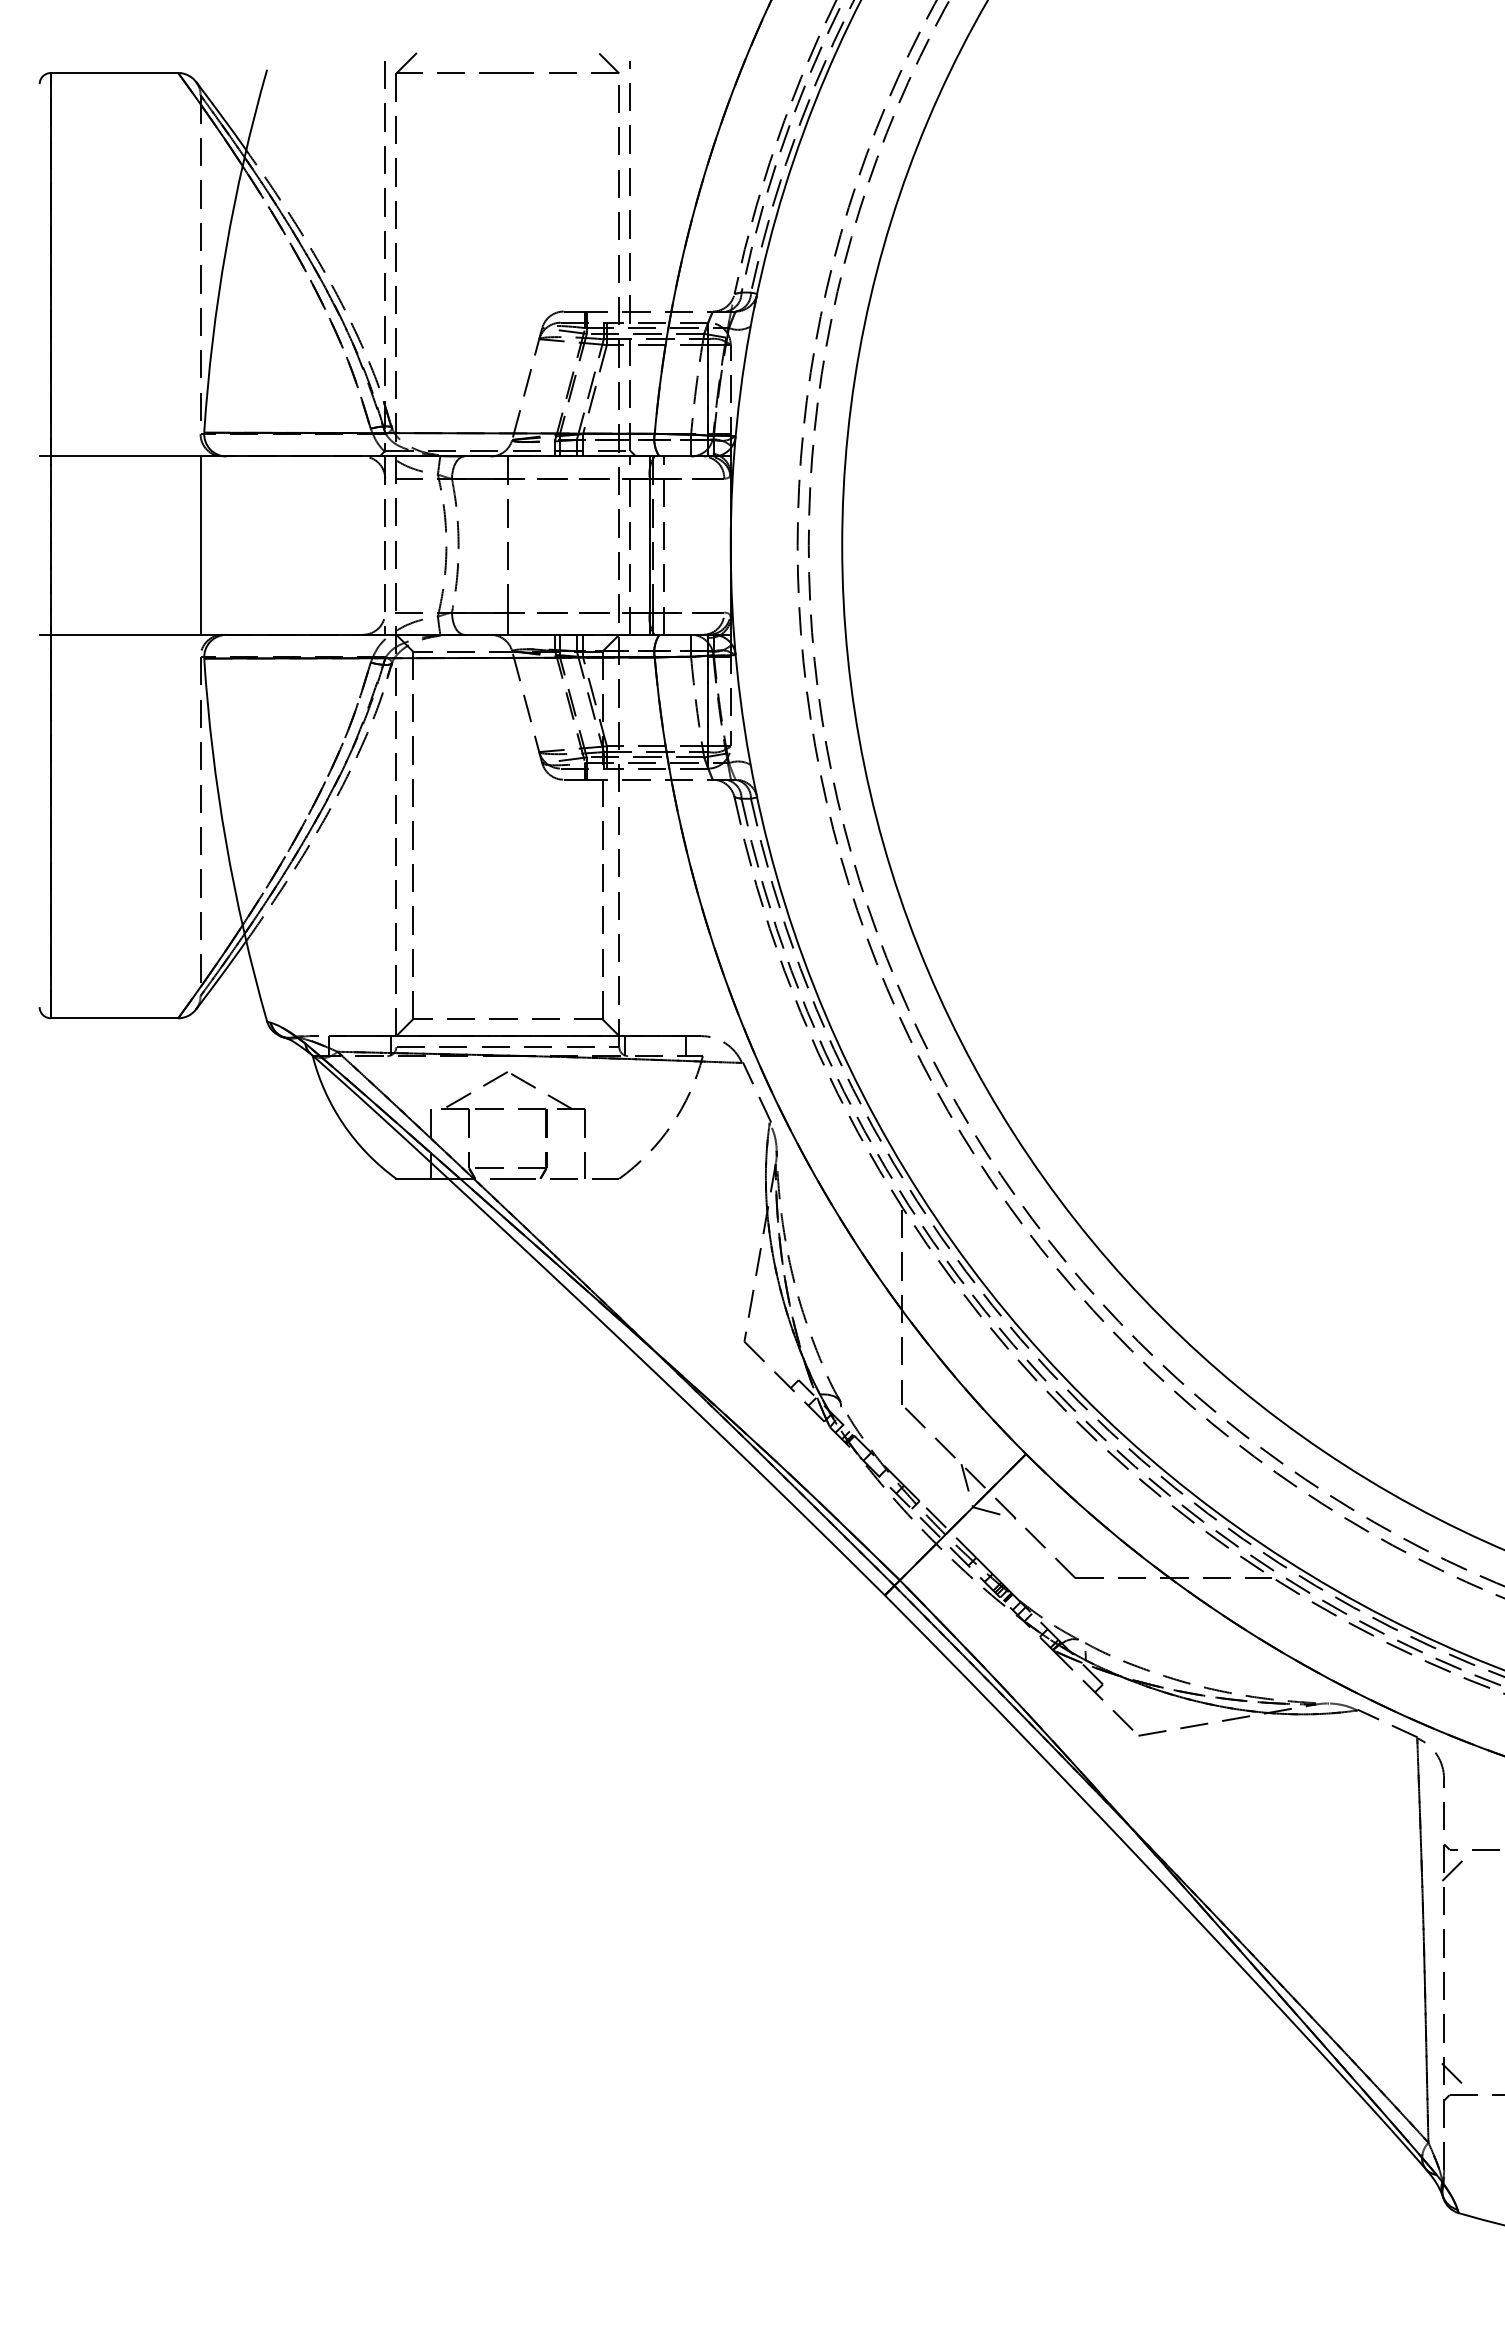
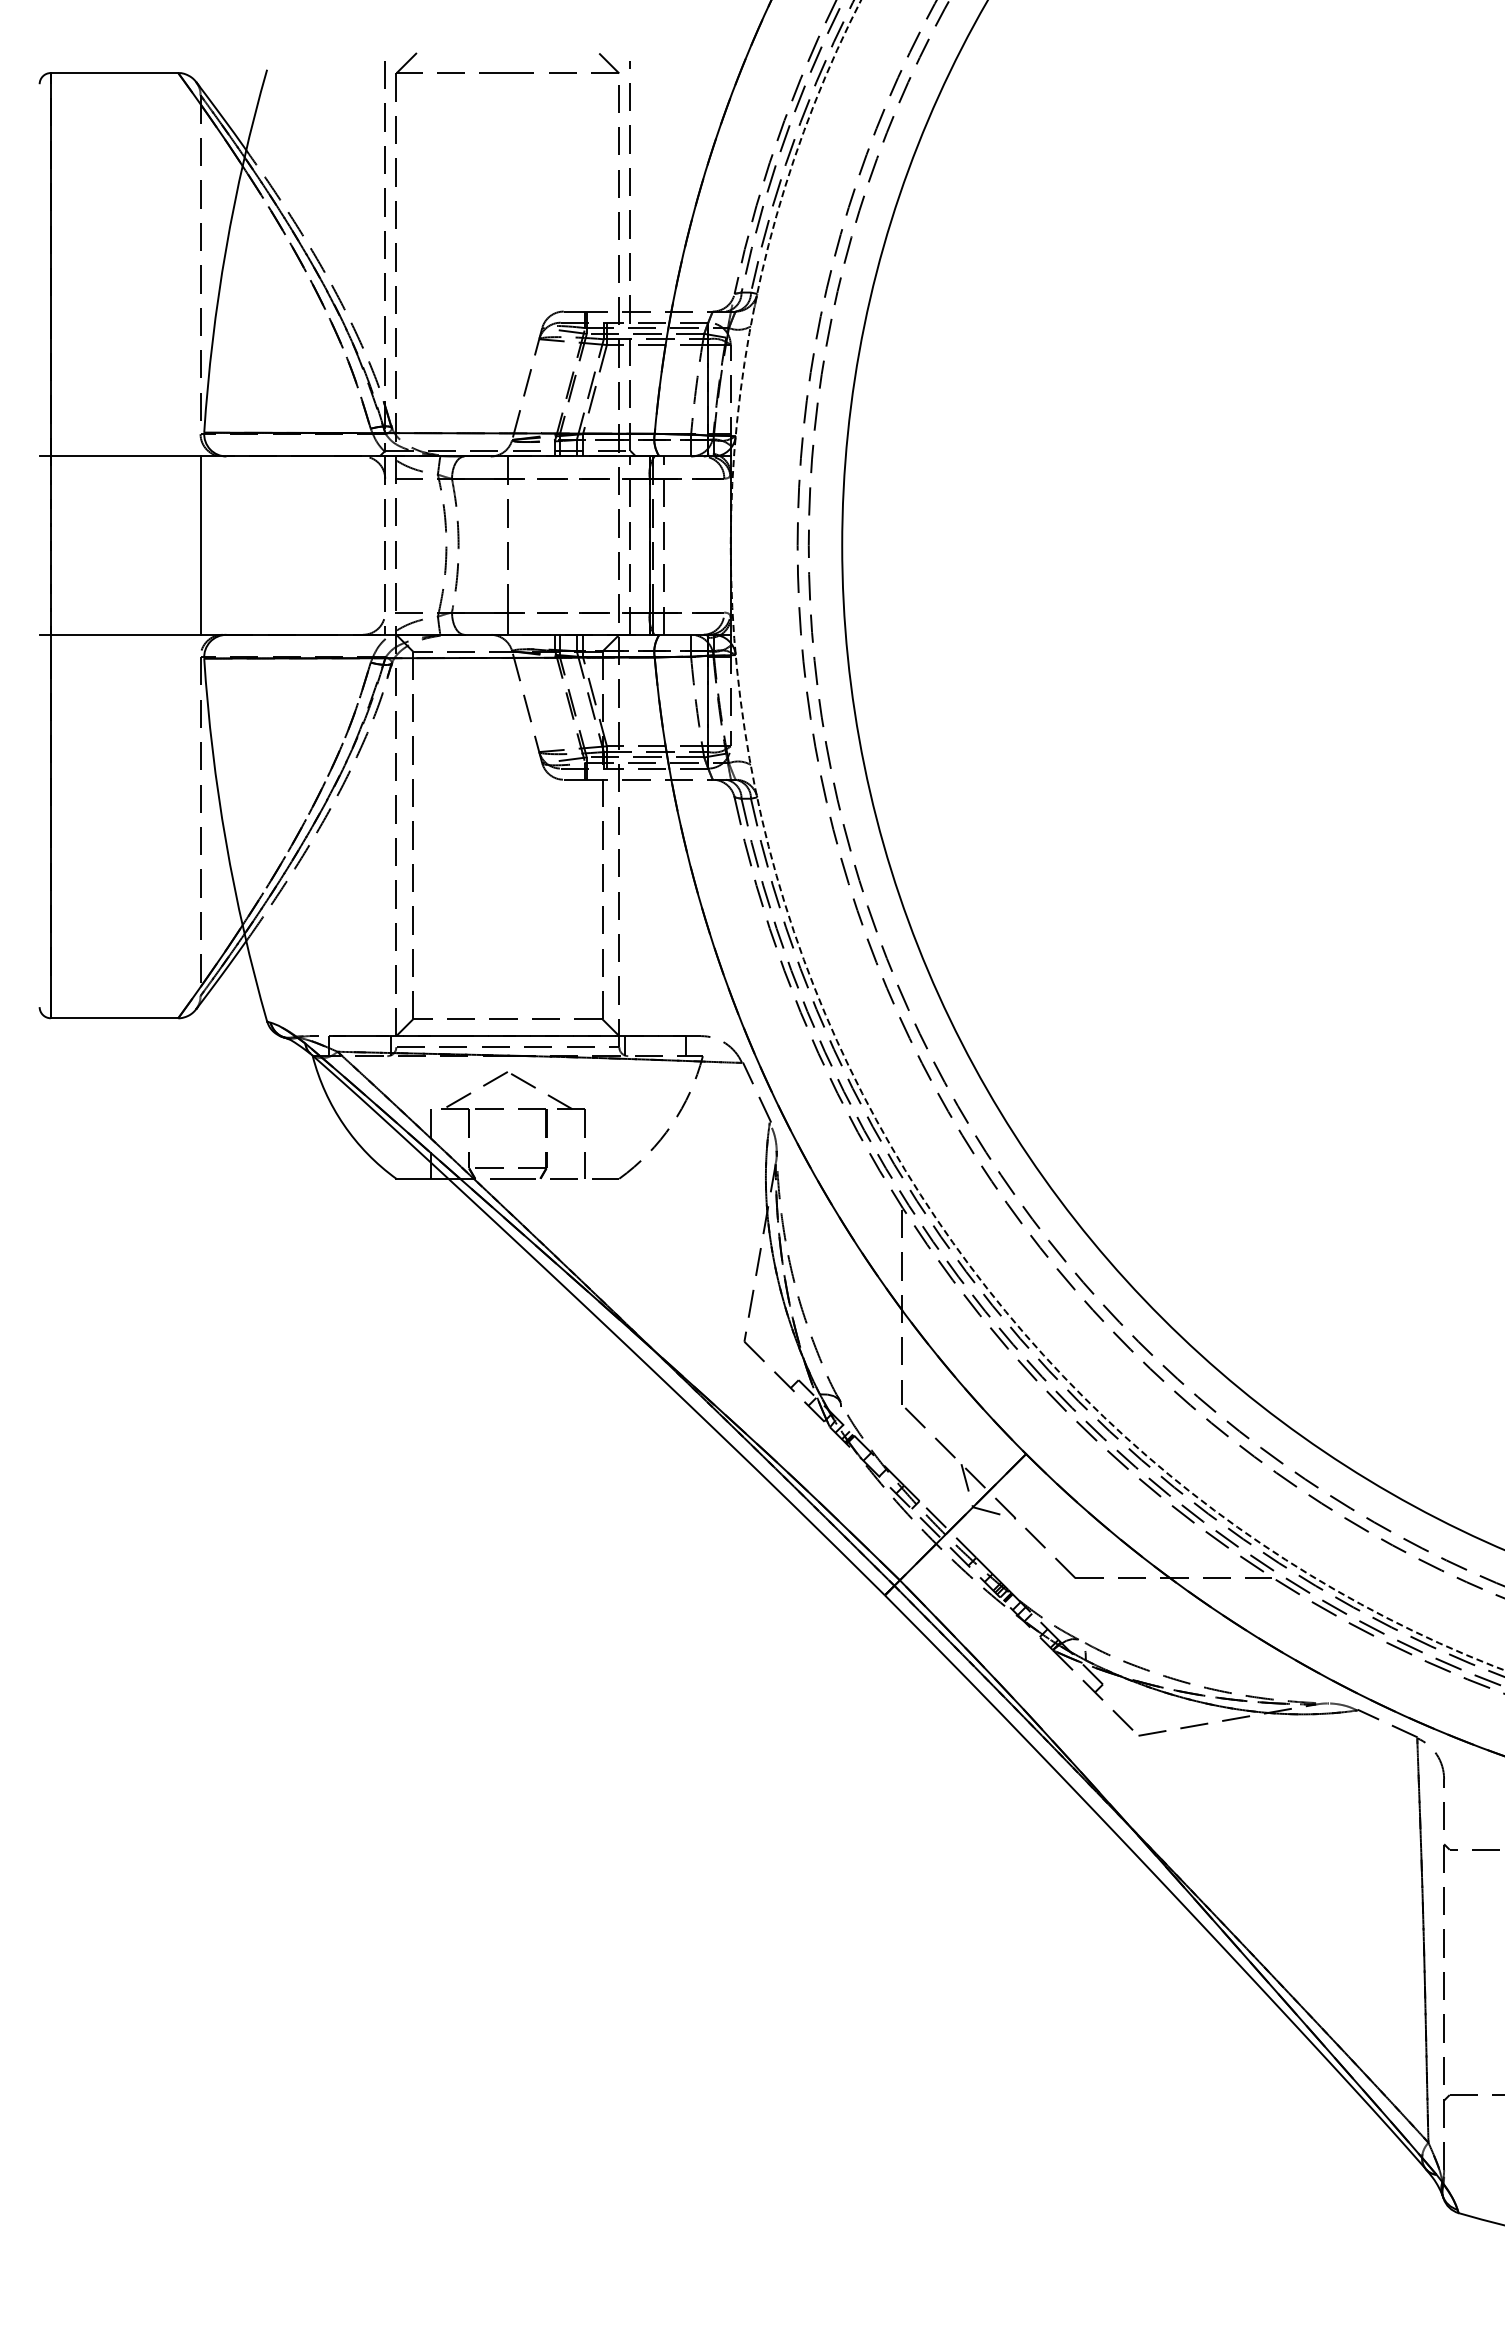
circle at (1117, 835): solid -> dashed
line at (1451, 1870): present -> none
line at (1451, 2073): present -> none
